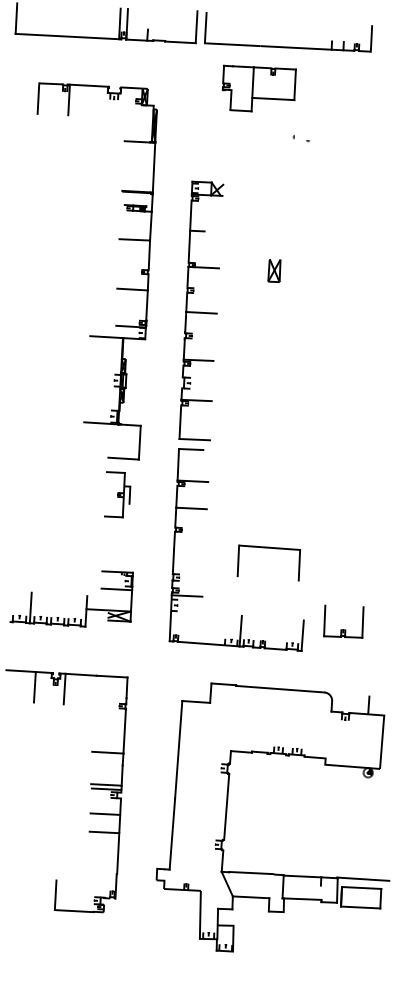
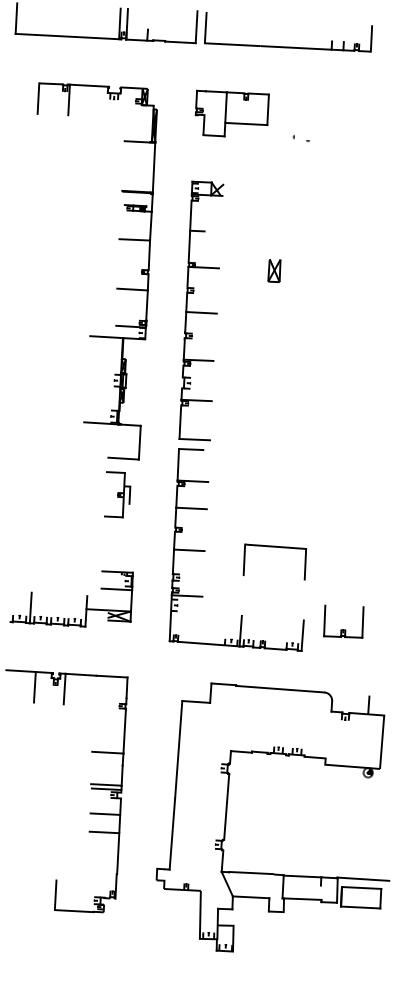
part at (258, 88) position: (258, 88) -> (231, 113)
part at (268, 548) position: (268, 548) -> (274, 547)
line at (189, 550): none -> present
